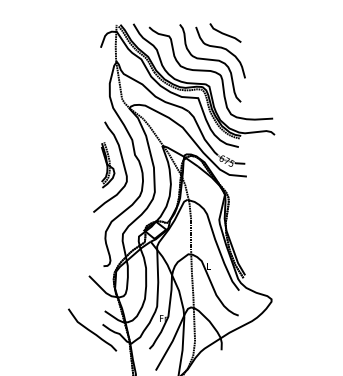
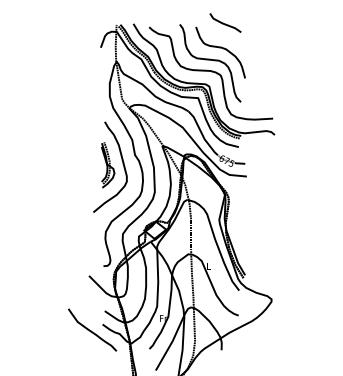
line at (225, 33) position: (225, 33) -> (225, 23)
